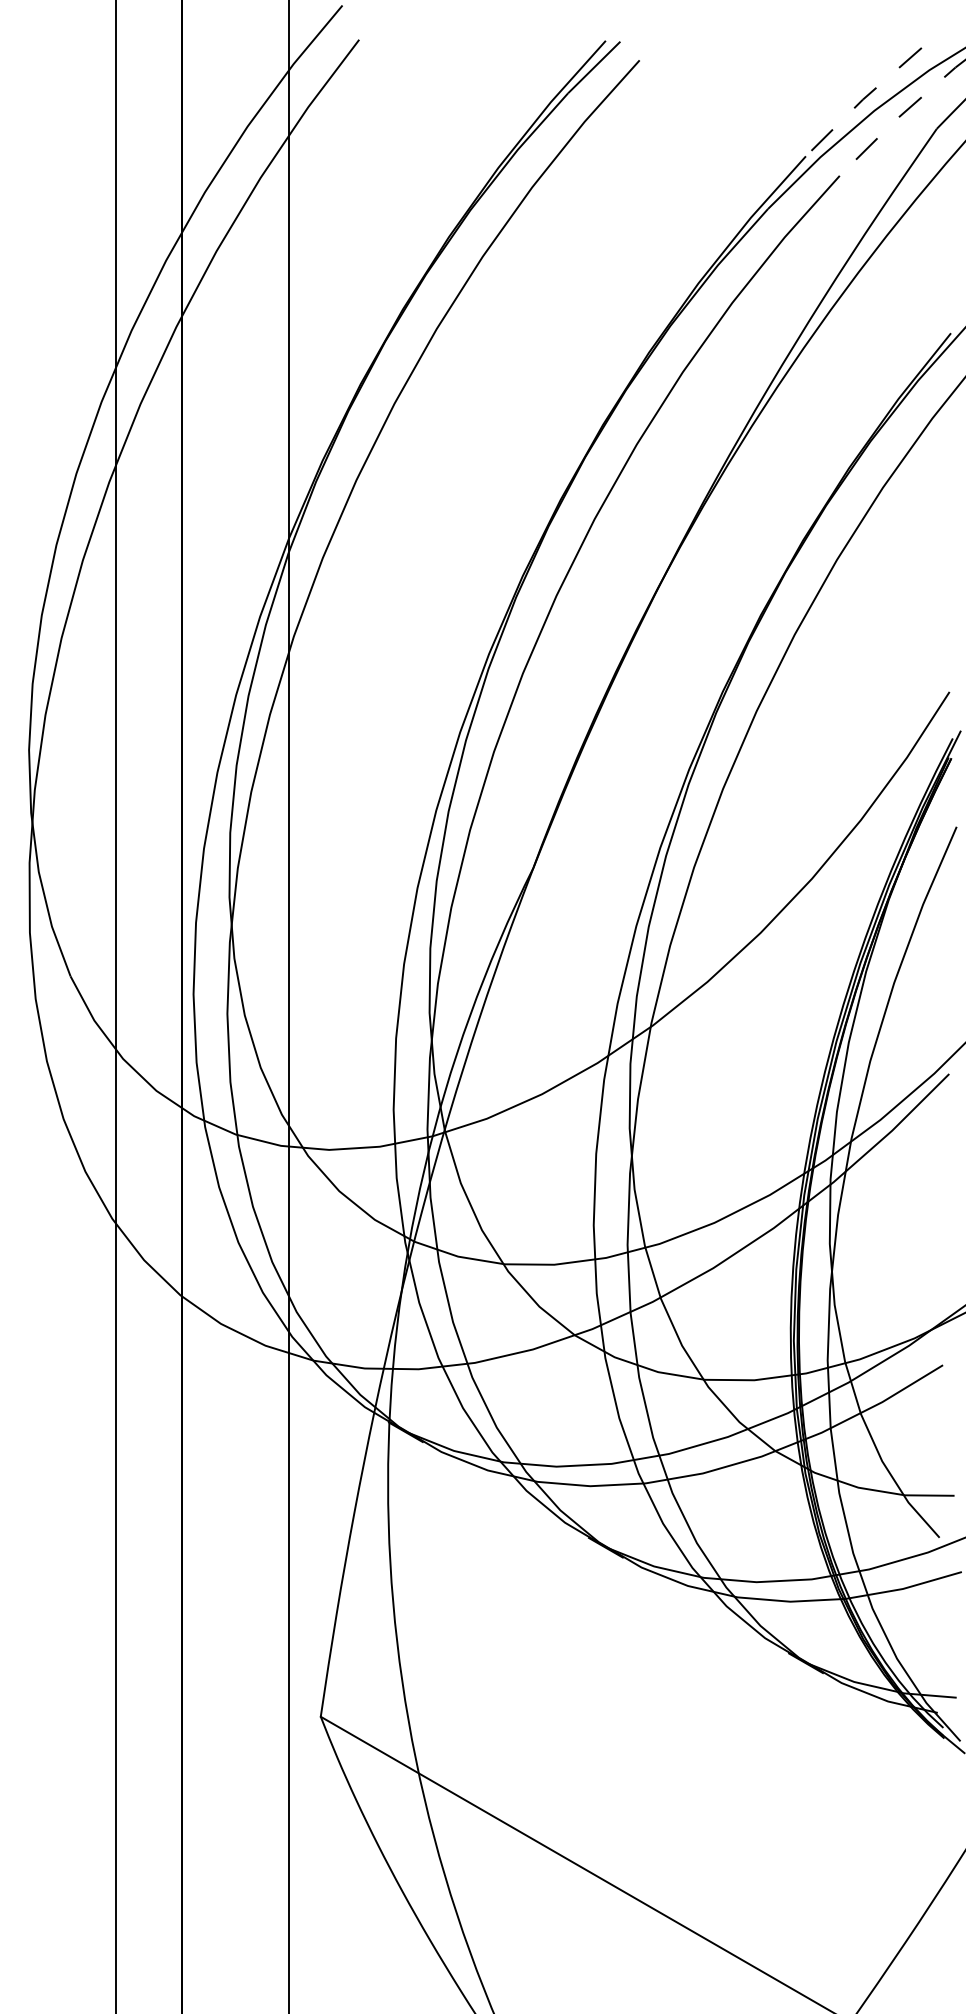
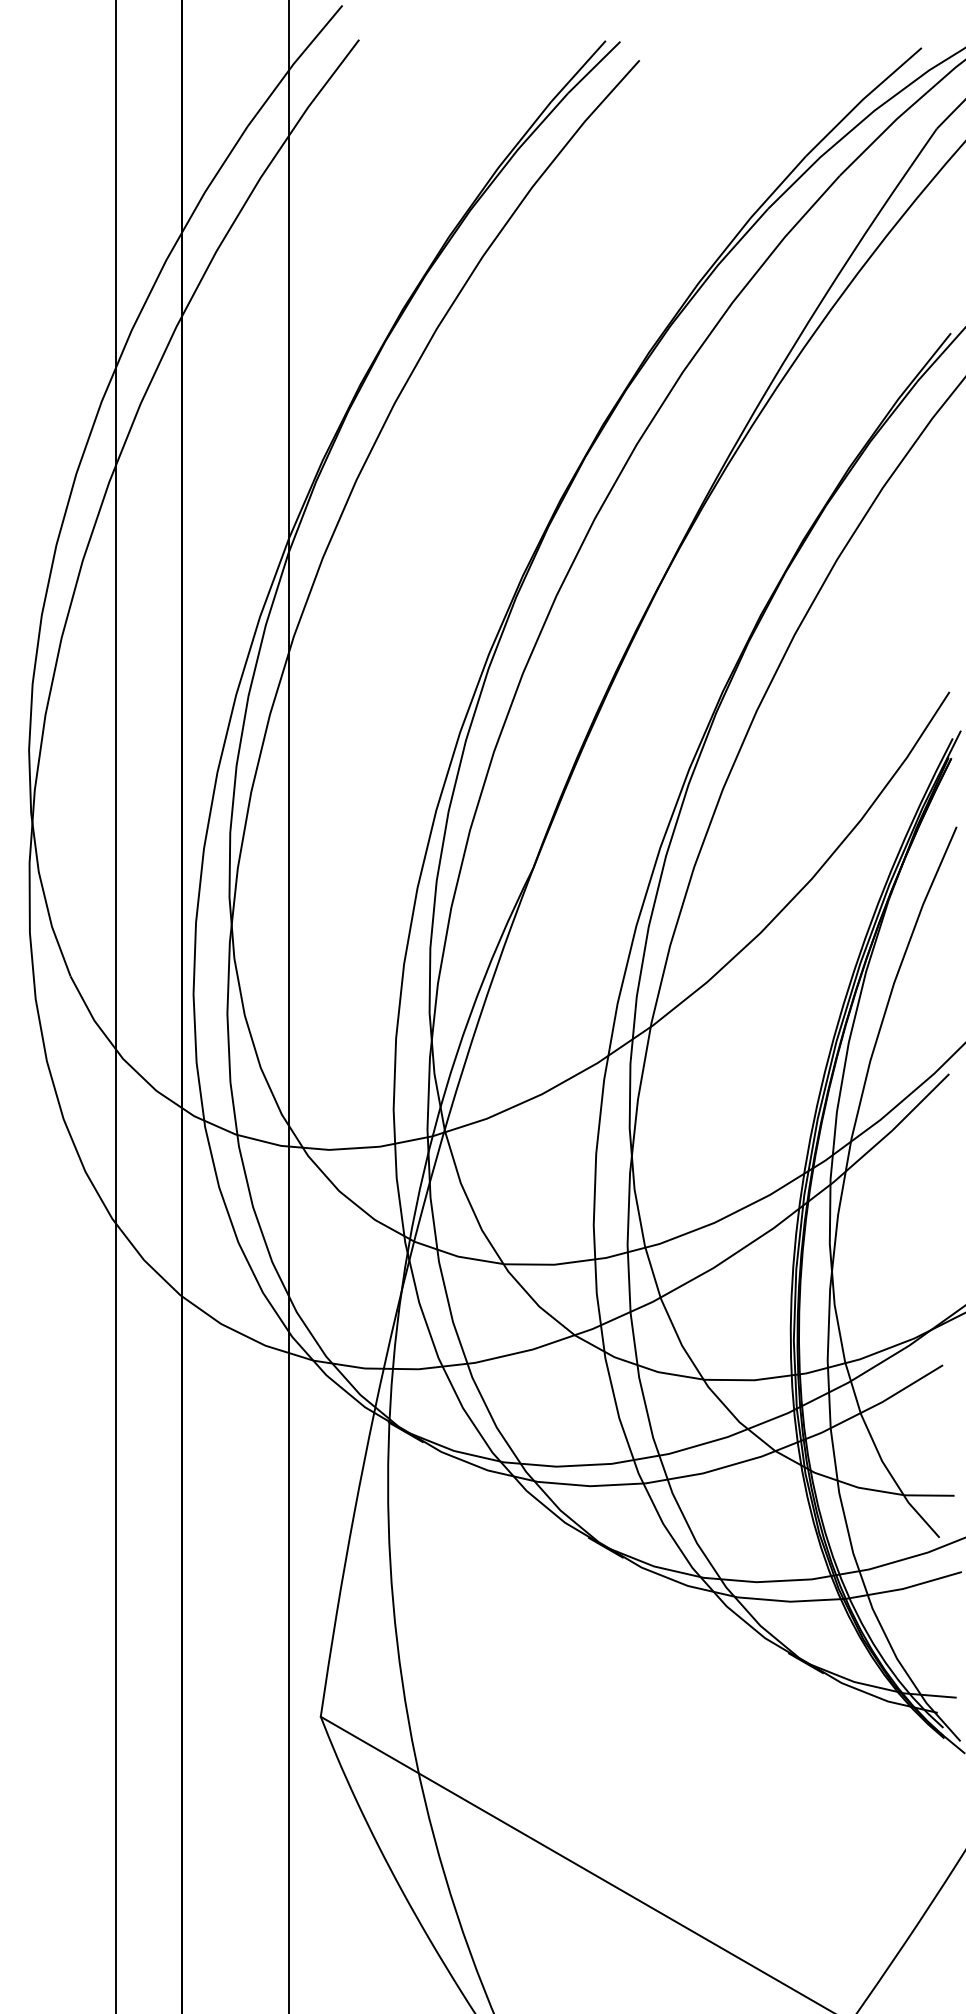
line at (862, 100): dashed -> solid
line at (900, 115): dashed -> solid
